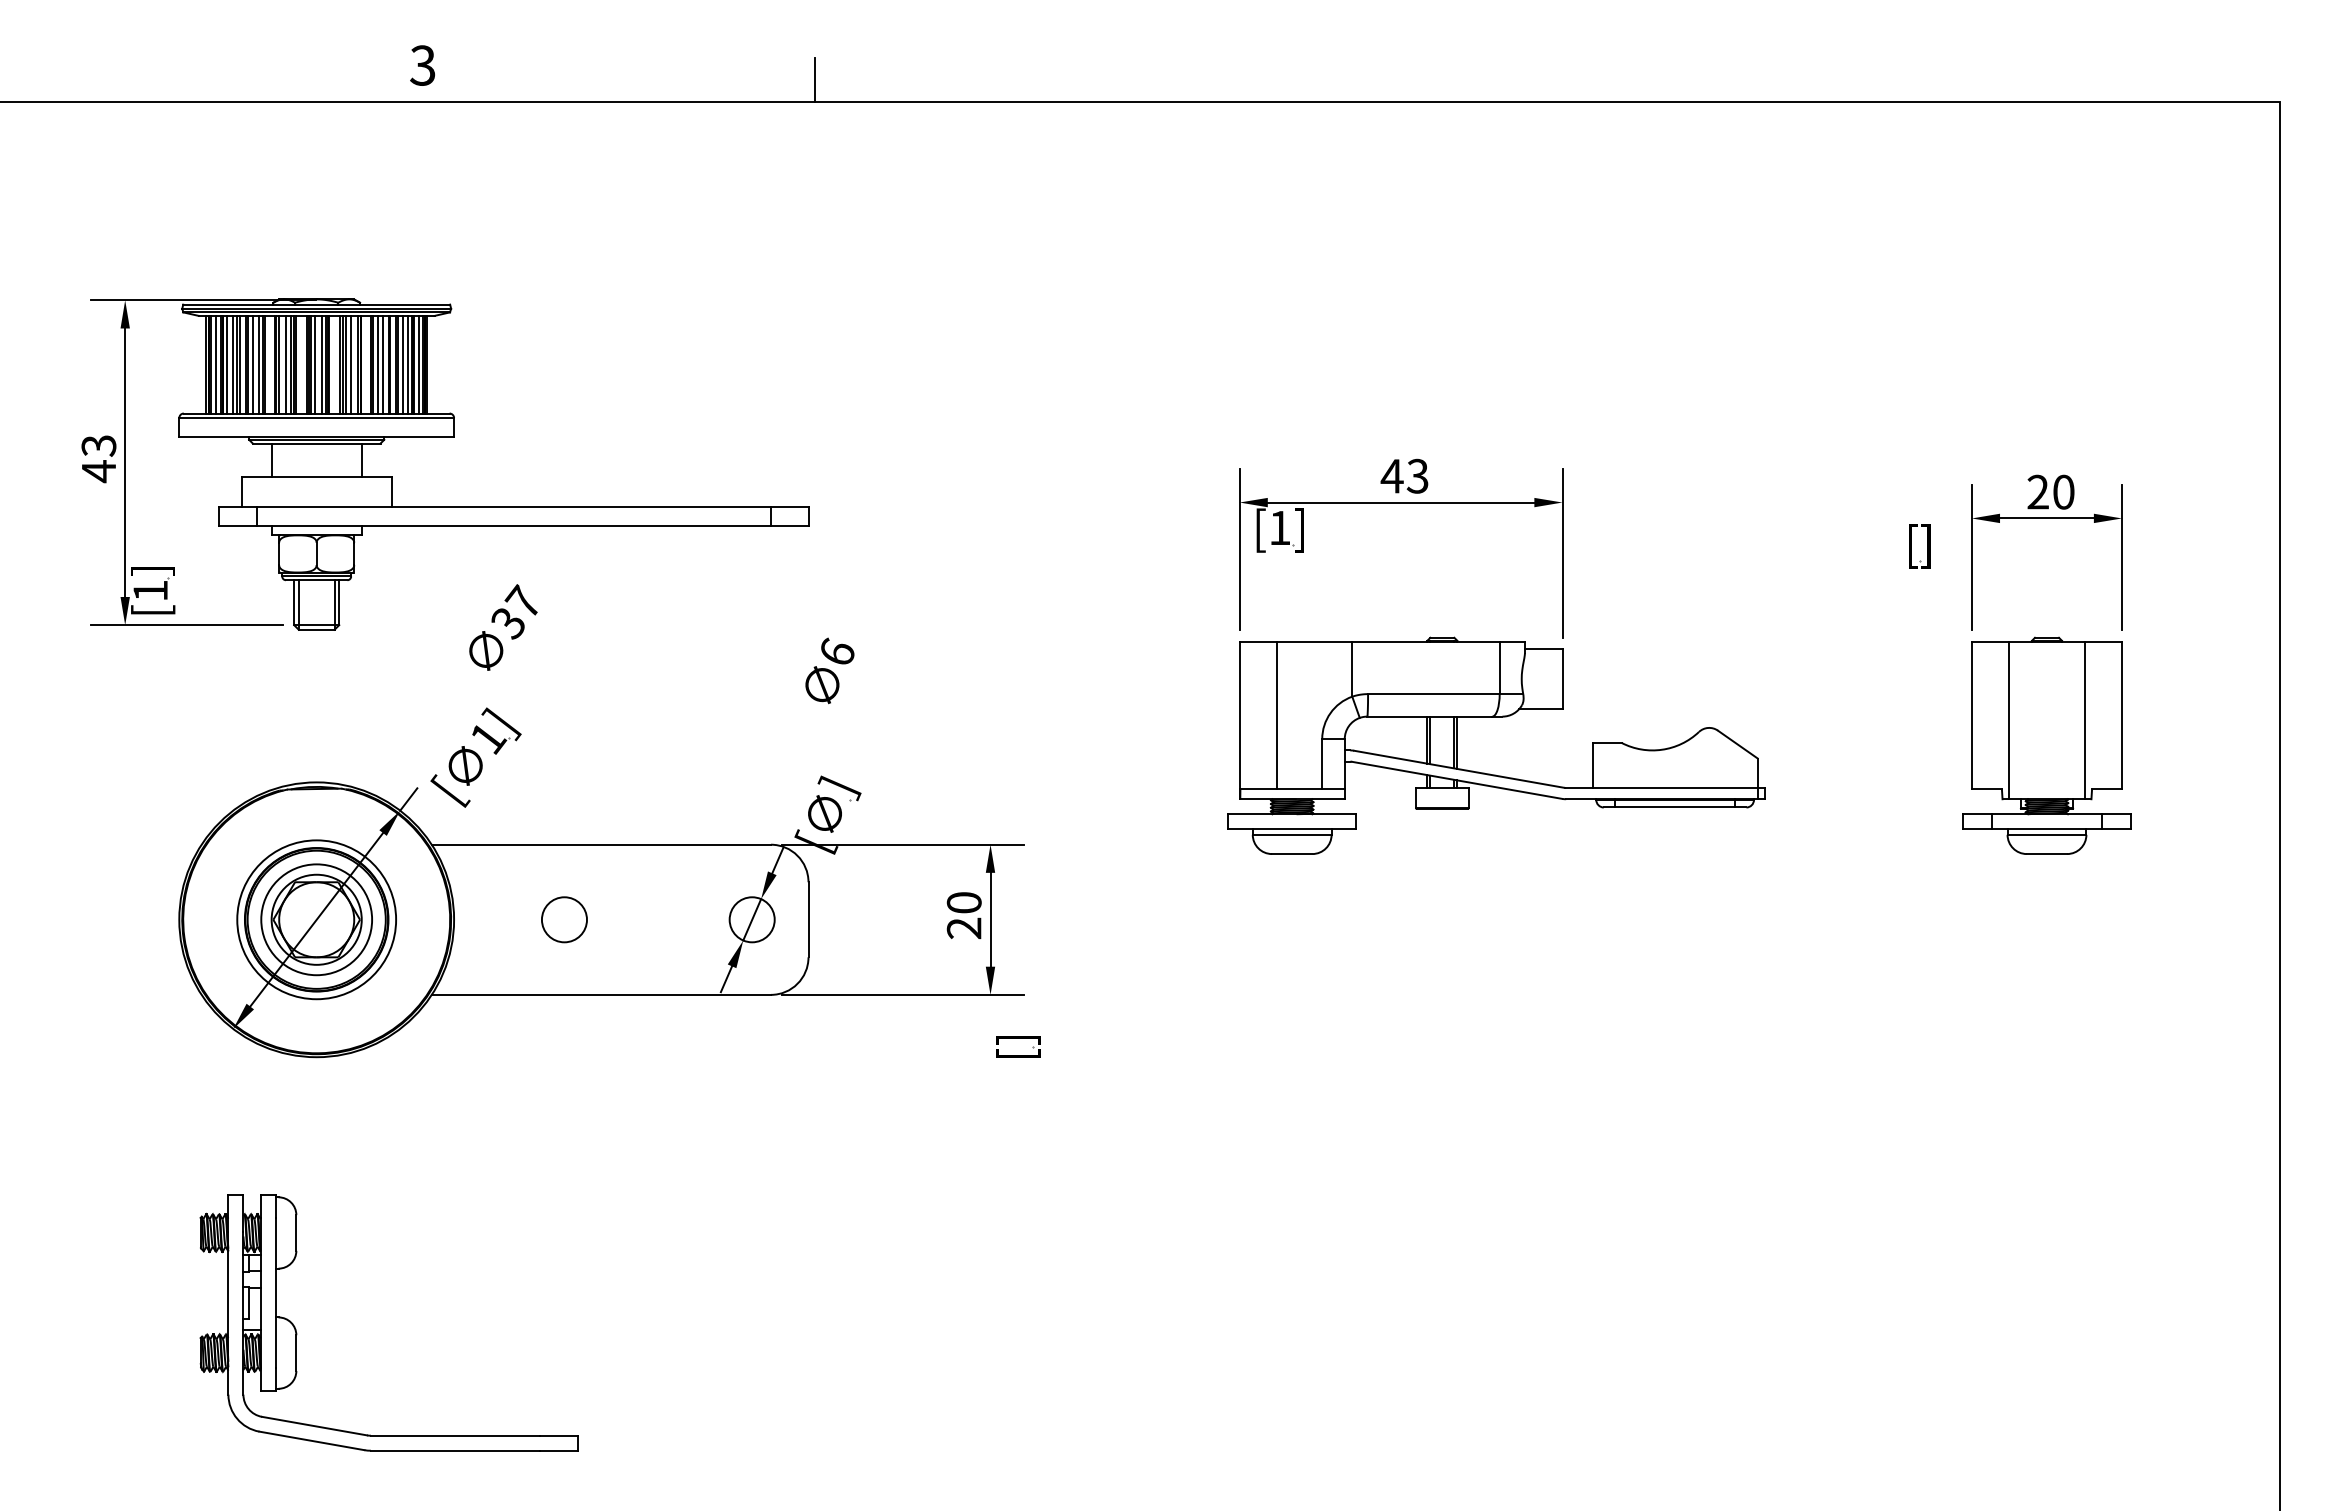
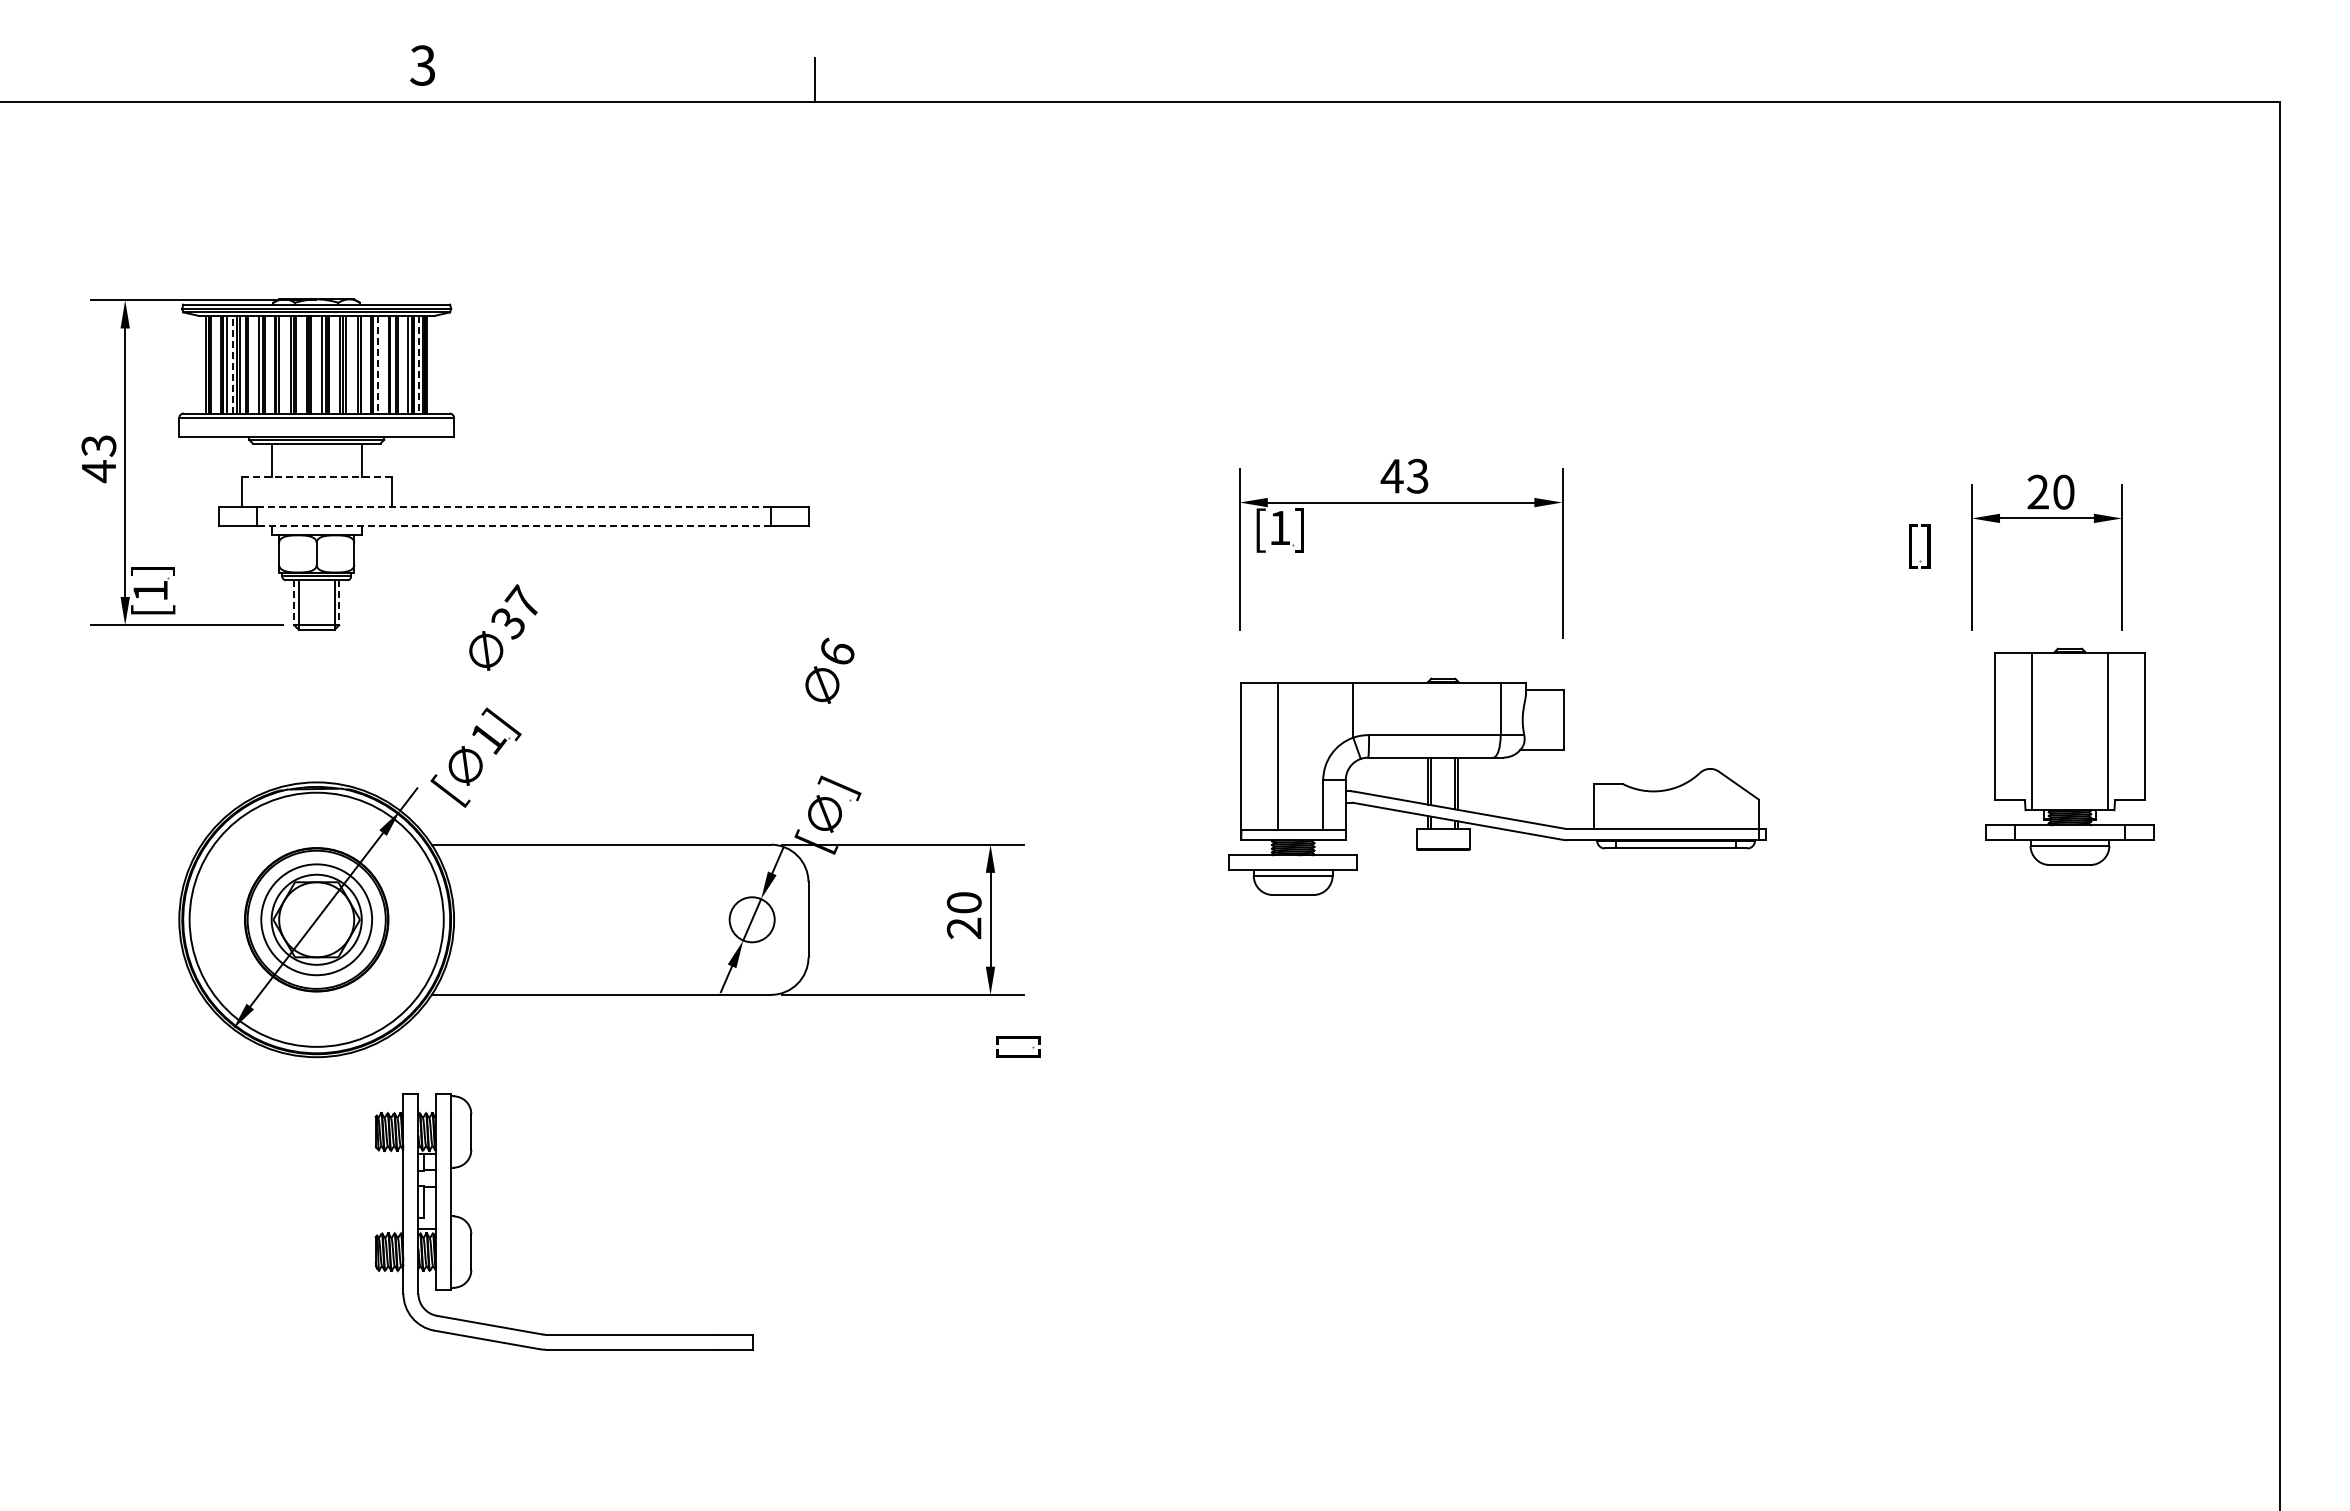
line at (215, 364): present -> none
line at (232, 364): solid -> dashed
line at (253, 364): present -> none
line at (285, 364): present -> none
line at (314, 364): present -> none
line at (350, 364): present -> none
line at (377, 364): solid -> dashed
line at (383, 364): present -> none
line at (402, 364): present -> none
line at (418, 364): solid -> dashed
line at (316, 477): solid -> dashed
line at (514, 507): solid -> dashed
line at (513, 526): solid -> dashed
line at (294, 603): solid -> dashed
line at (339, 603): solid -> dashed
part at (1496, 717) position: (1496, 717) -> (1497, 758)
part at (2046, 745) position: (2046, 745) -> (2069, 756)
circle at (316, 919) diameter: 159 px -> 254 px
circle at (564, 919): present -> none
part at (297, 1333) position: (297, 1333) -> (472, 1232)
